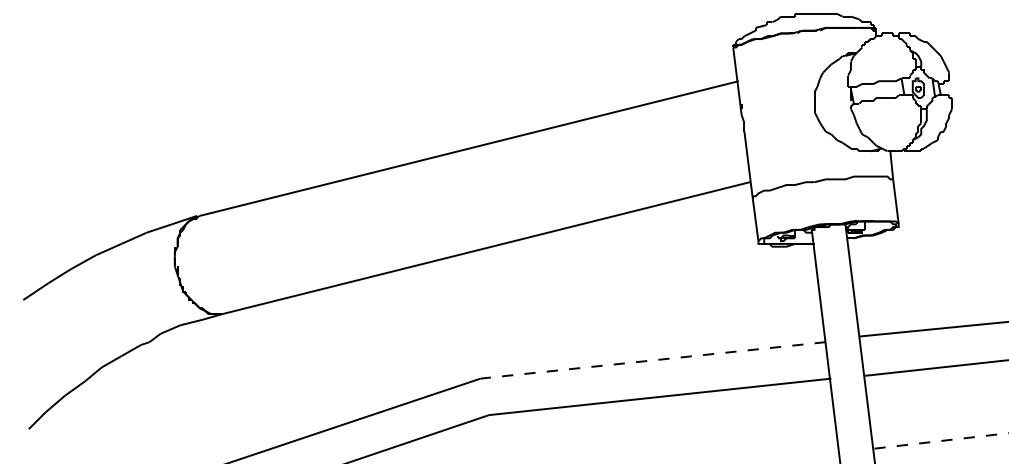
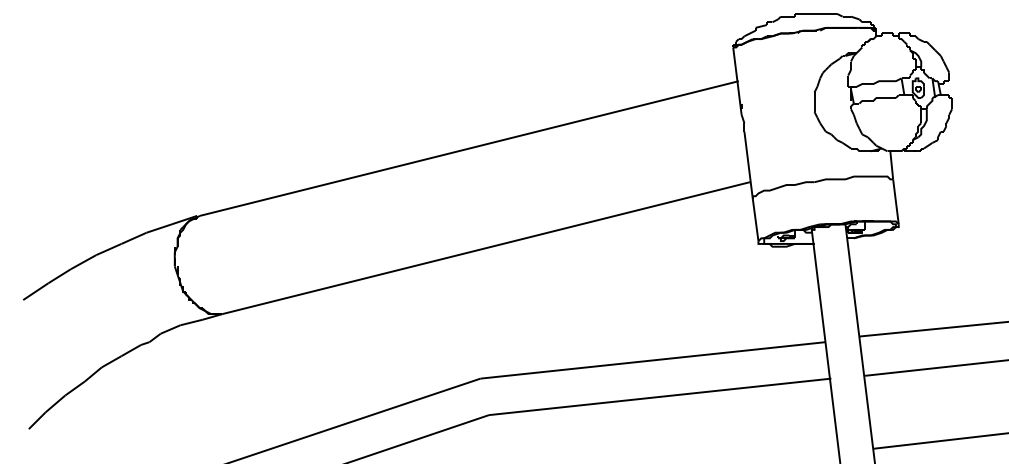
line at (653, 360): dashed -> solid
line at (941, 440): dashed -> solid
